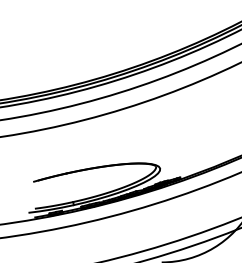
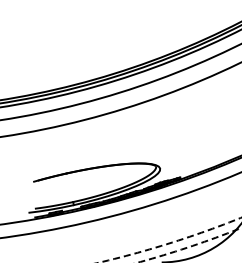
circle at (169, 239): solid -> dashed
circle at (188, 245): solid -> dashed
